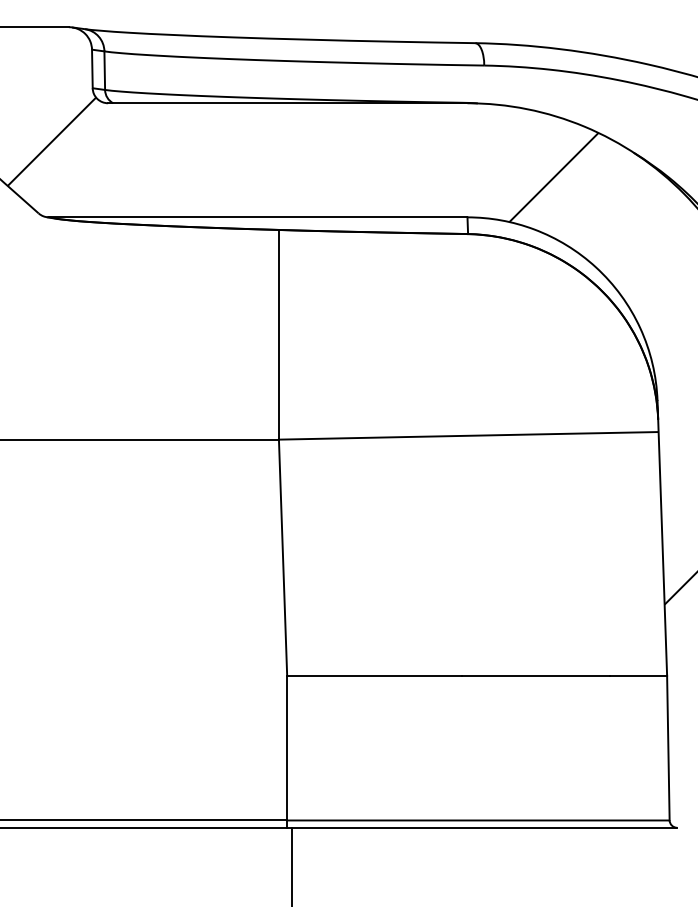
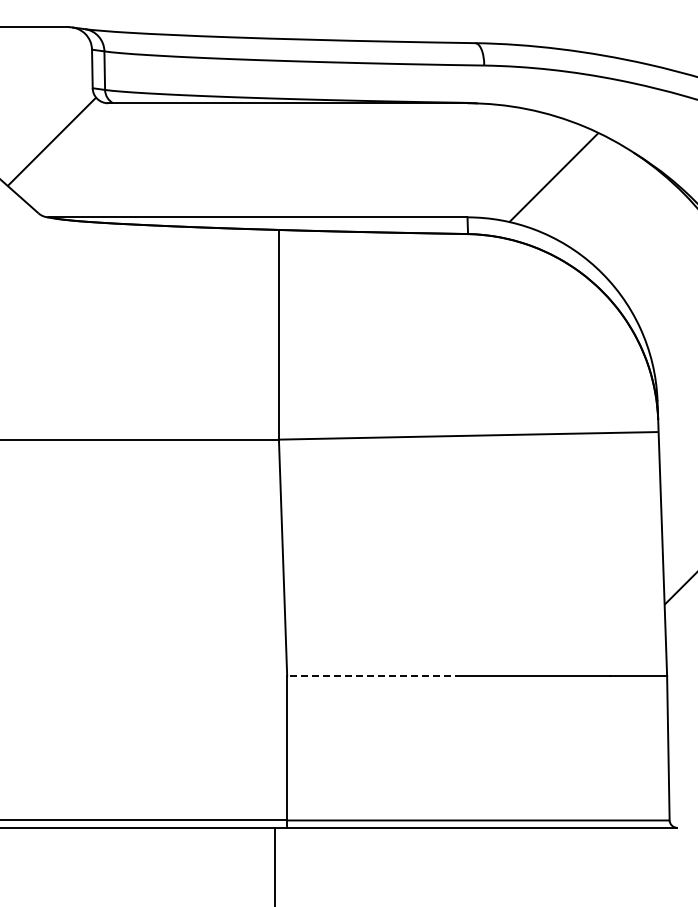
line at (373, 675): solid -> dashed
line at (292, 865) position: (292, 865) -> (275, 865)
